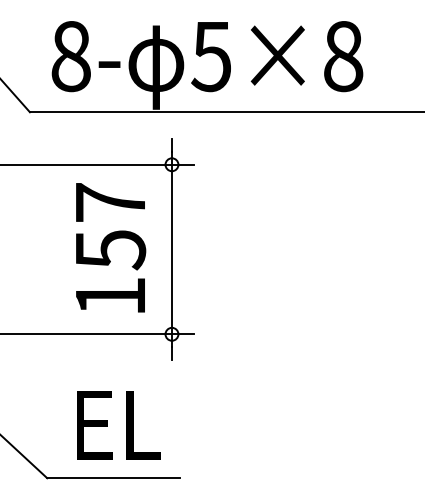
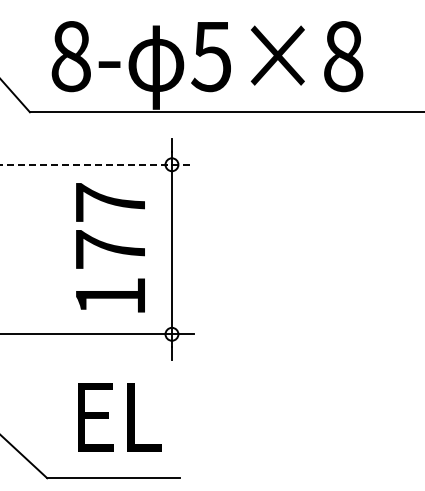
line at (97, 164): solid -> dashed
text at (111, 250): 157 -> 177
text at (118, 425) position: (118, 425) -> (119, 417)
